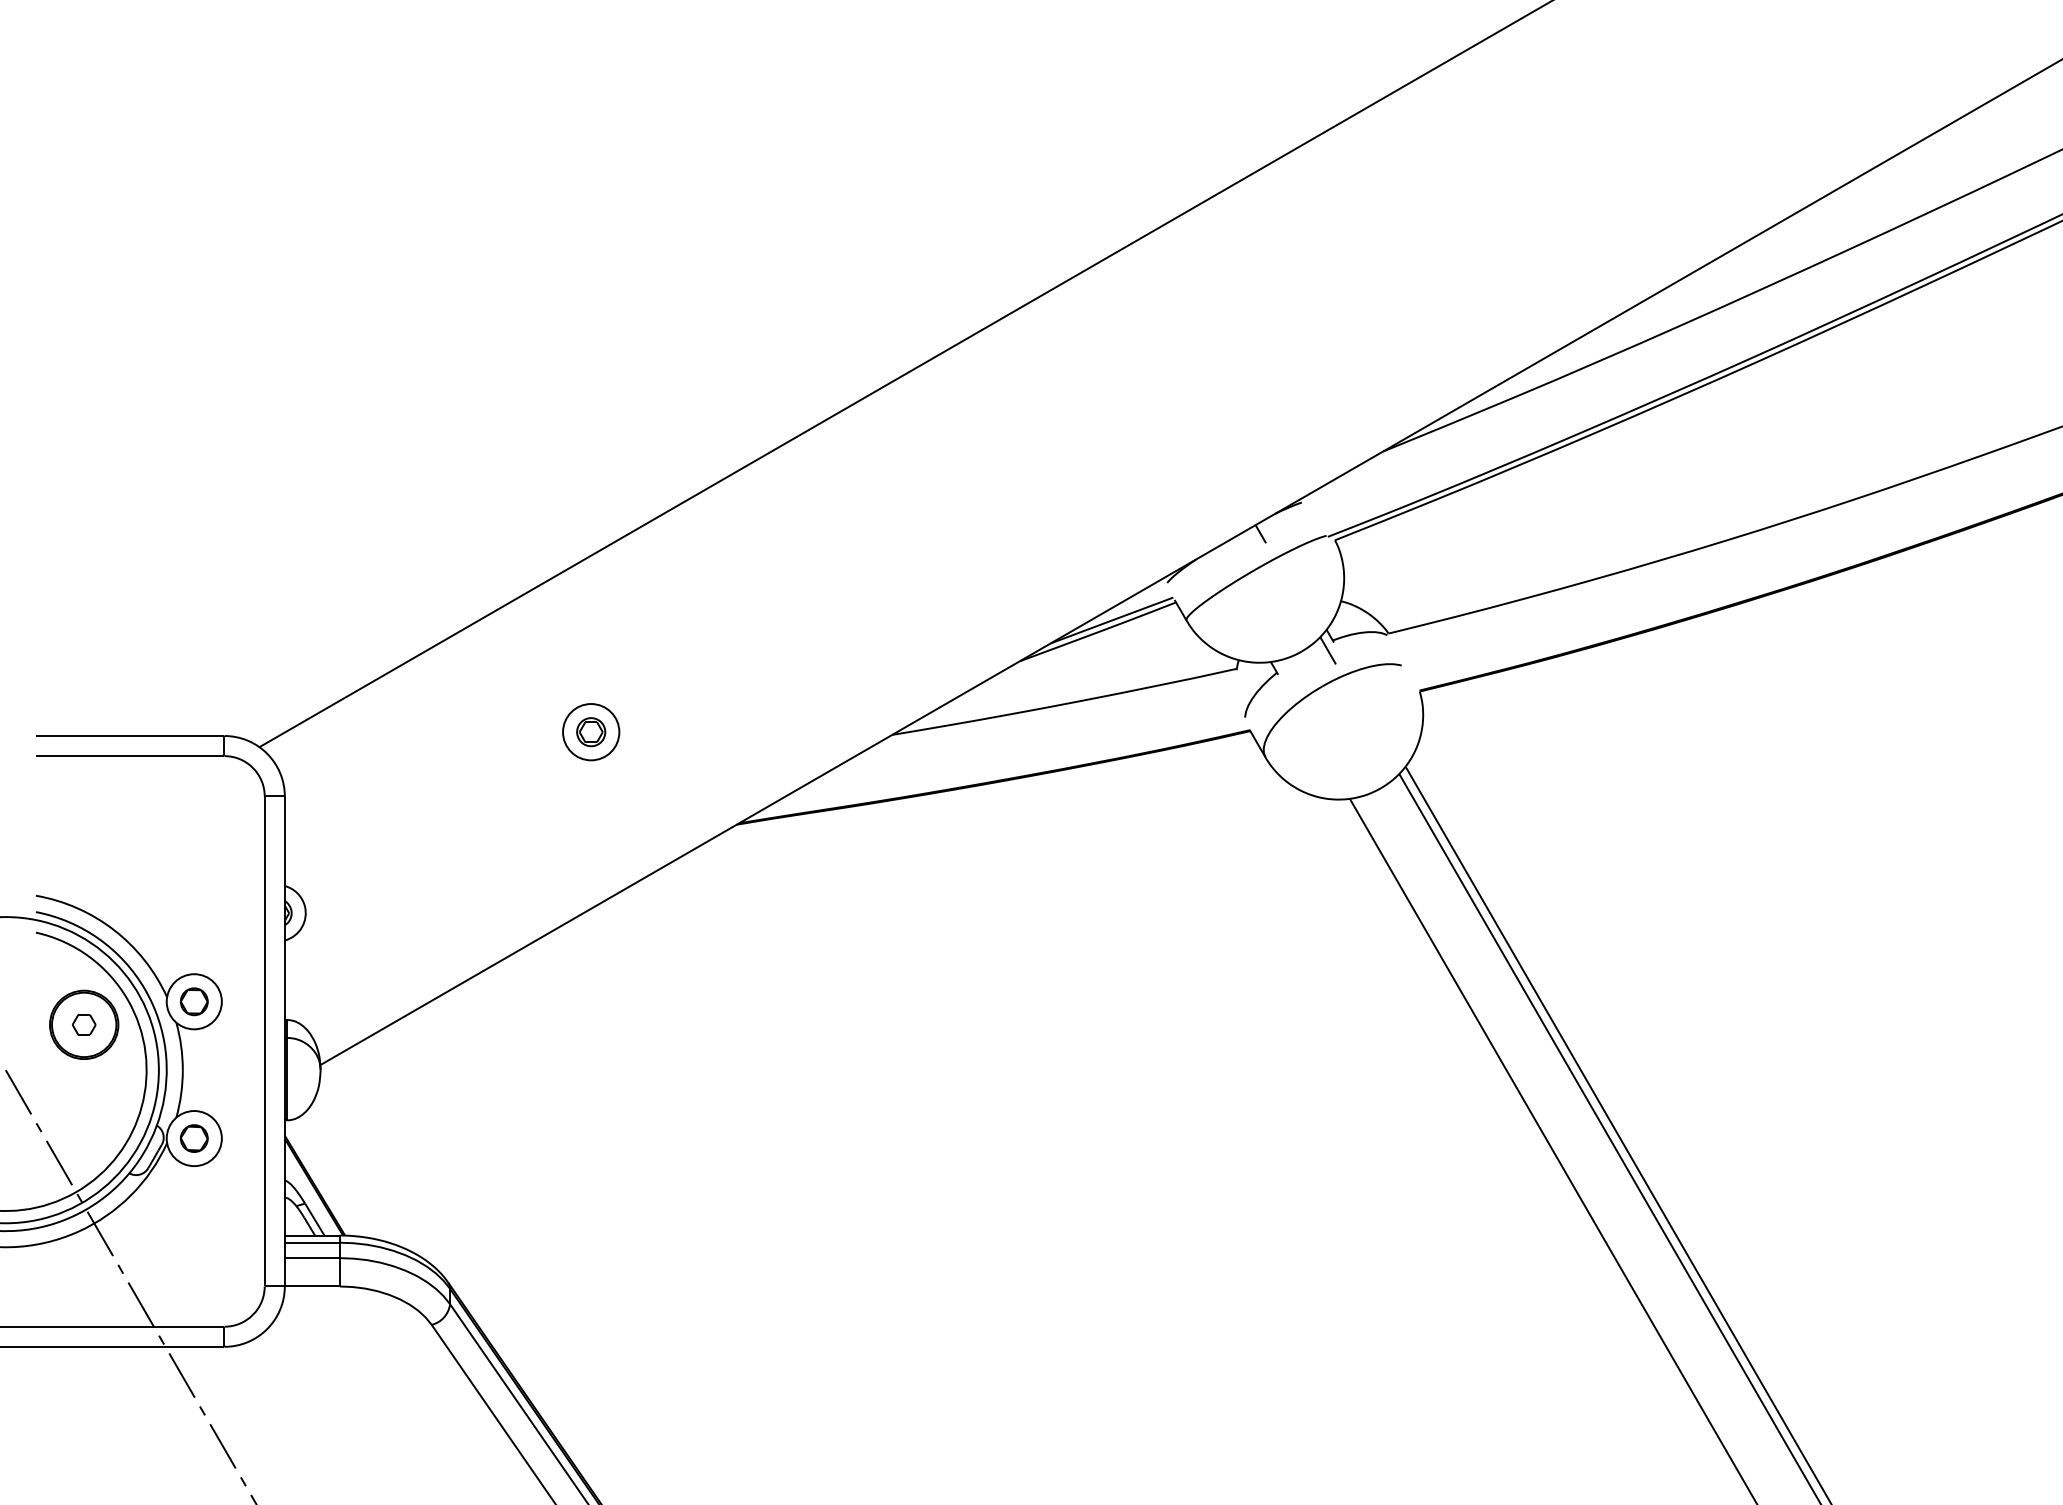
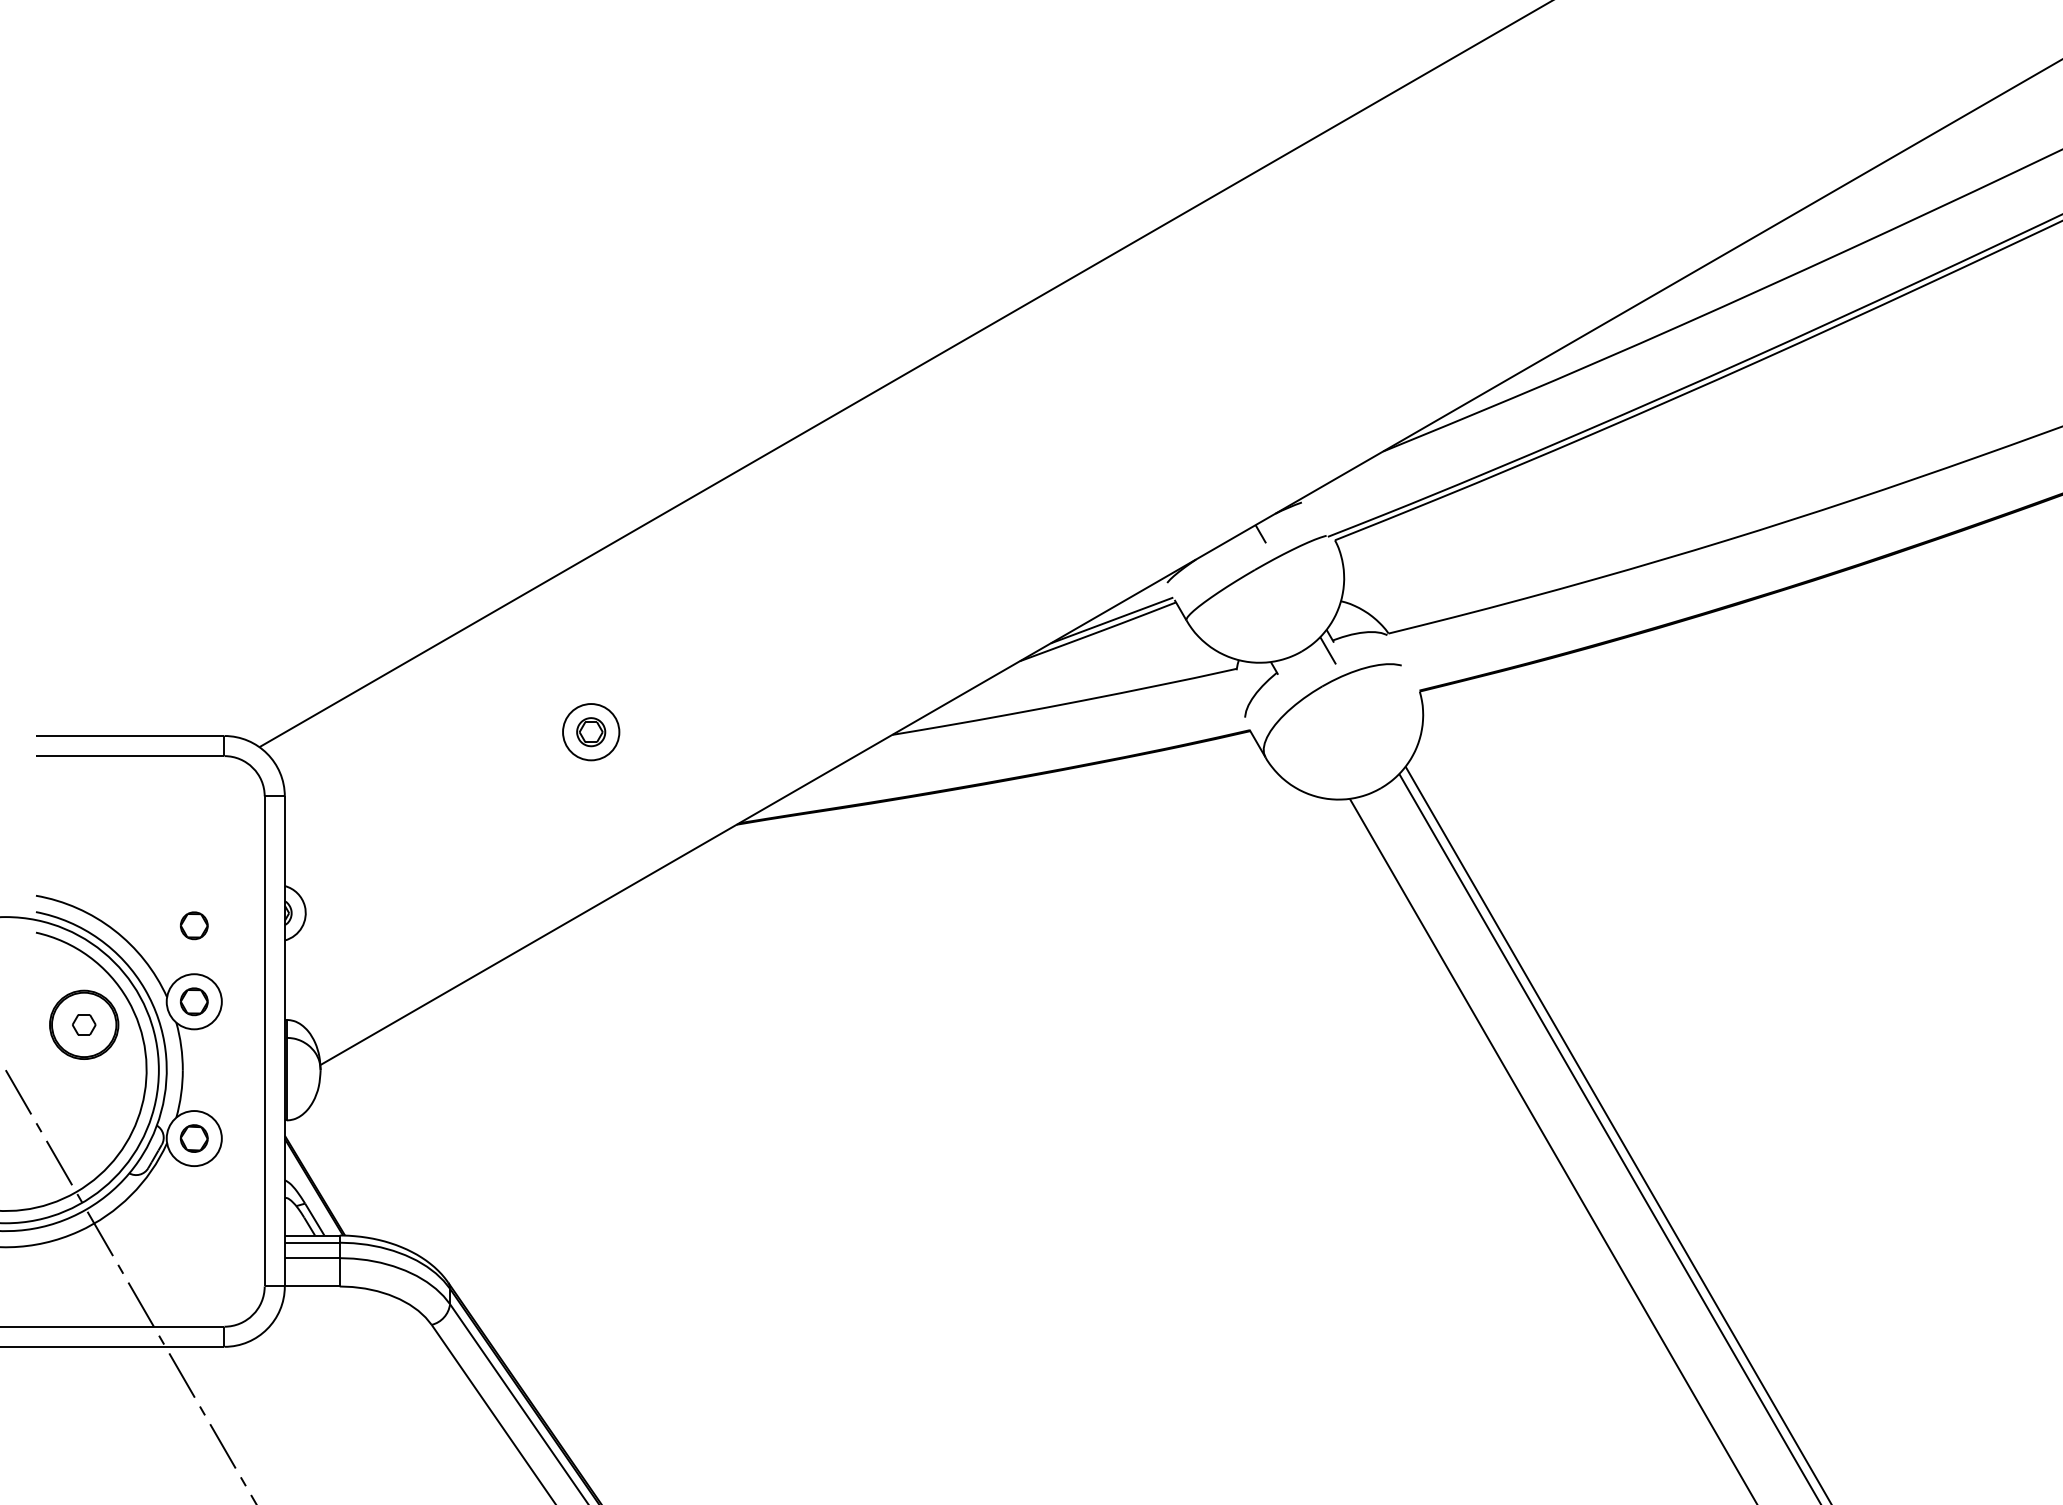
part at (194, 925): none -> present
